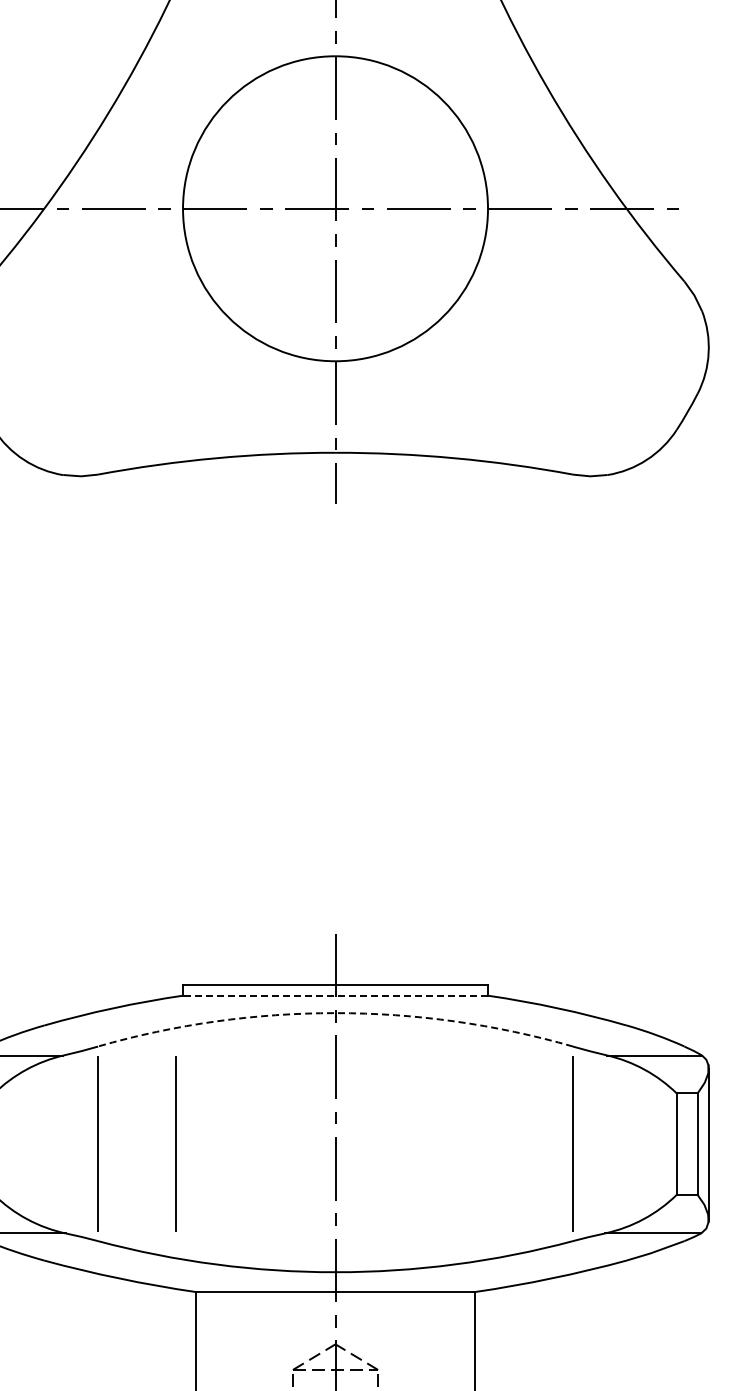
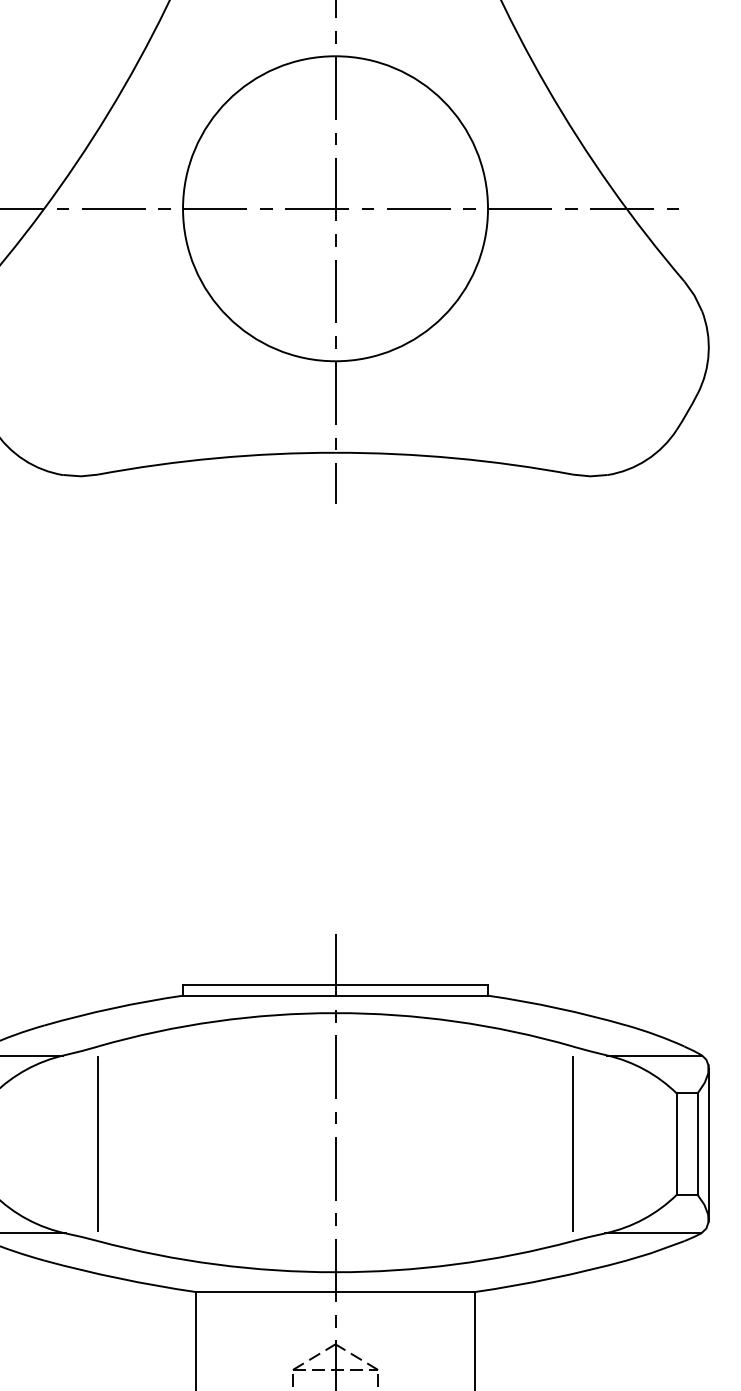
line at (335, 995): dashed -> solid
arc at (335, 1013): dashed -> solid
line at (175, 1143): present -> none
